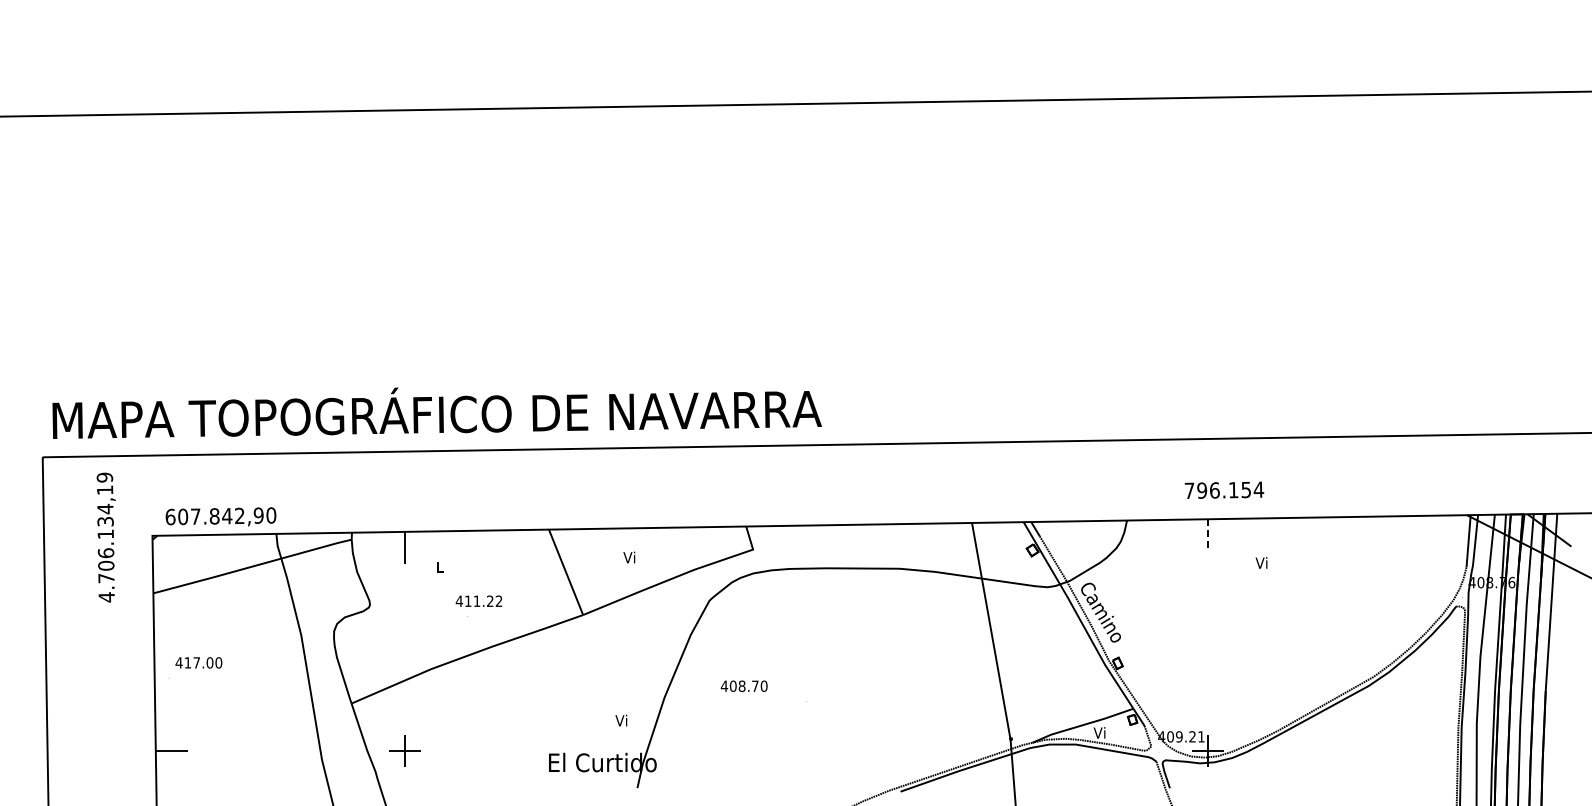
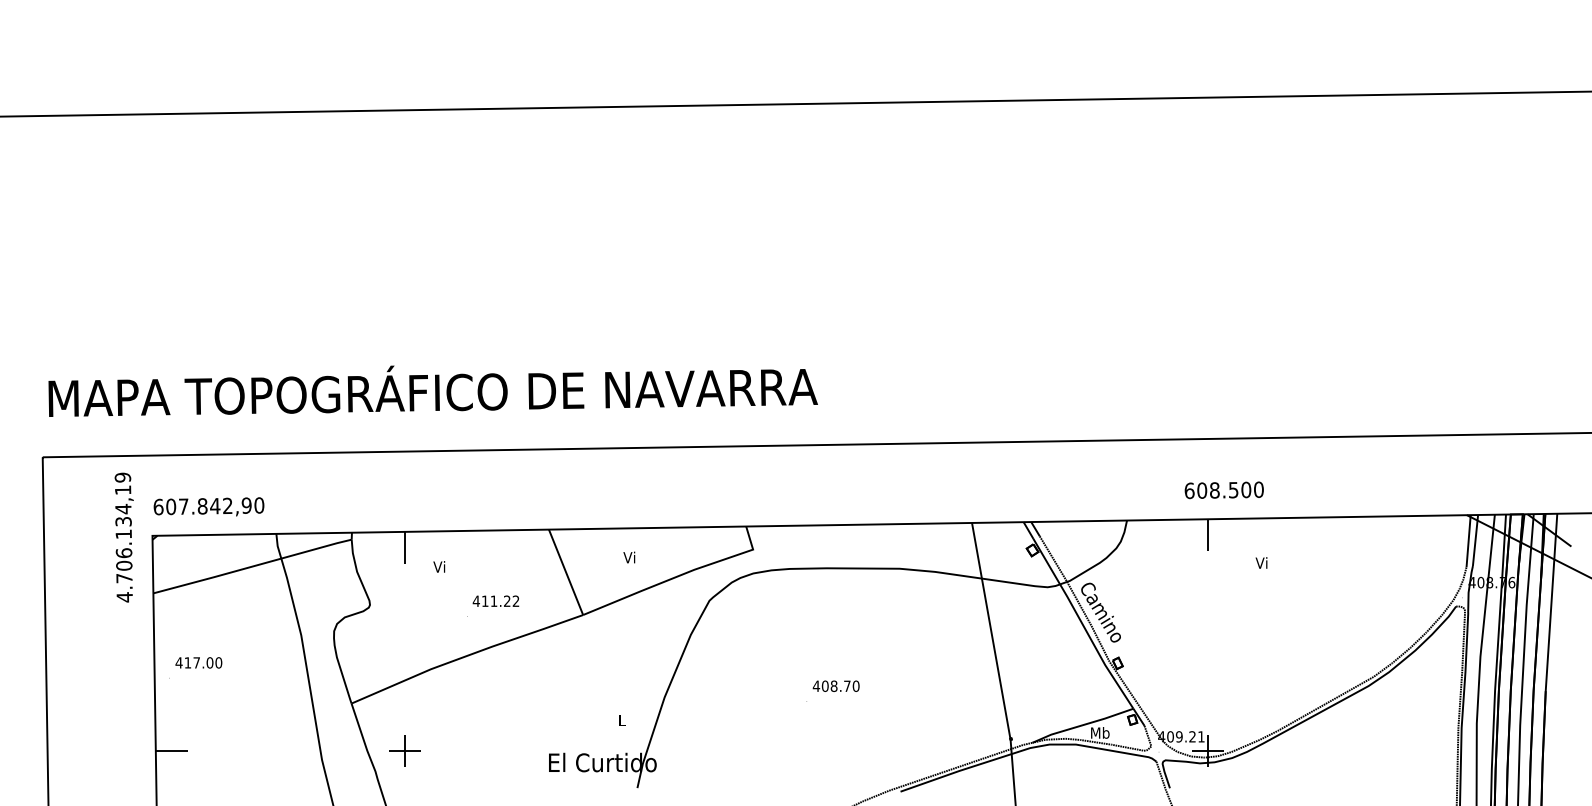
text at (436, 412) position: (436, 412) -> (432, 390)
text at (1224, 490): 796.154 -> 608.500
text at (220, 516) position: (220, 516) -> (208, 506)
line at (1207, 535): dashed -> solid
text at (105, 537) position: (105, 537) -> (123, 537)
text at (439, 566): L -> Vi
text at (478, 600) position: (478, 600) -> (495, 600)
text at (743, 685) position: (743, 685) -> (835, 685)
text at (621, 720): Vi -> L
text at (1100, 732): Vi -> Mb
